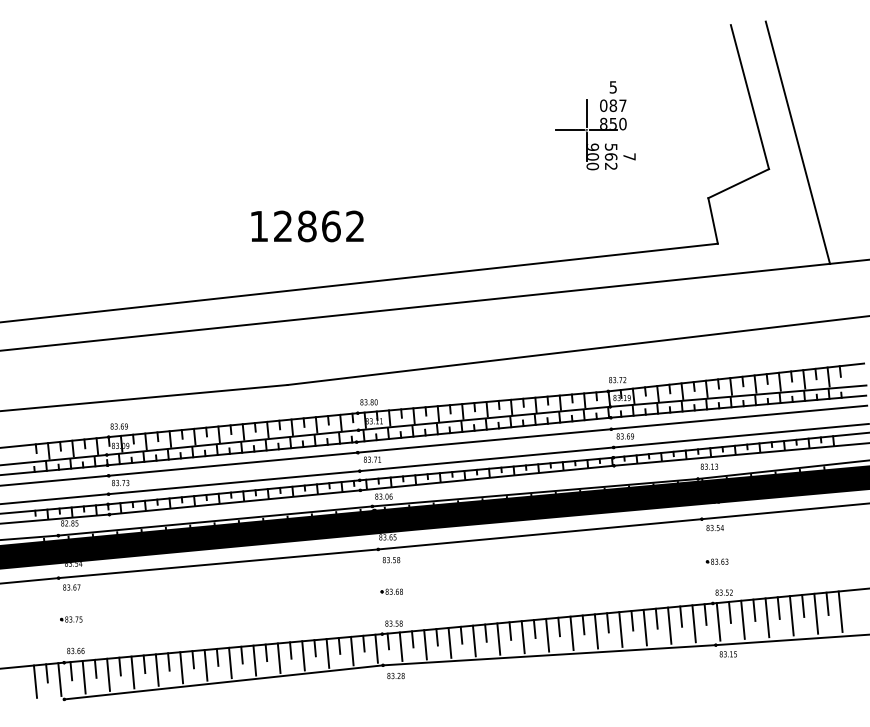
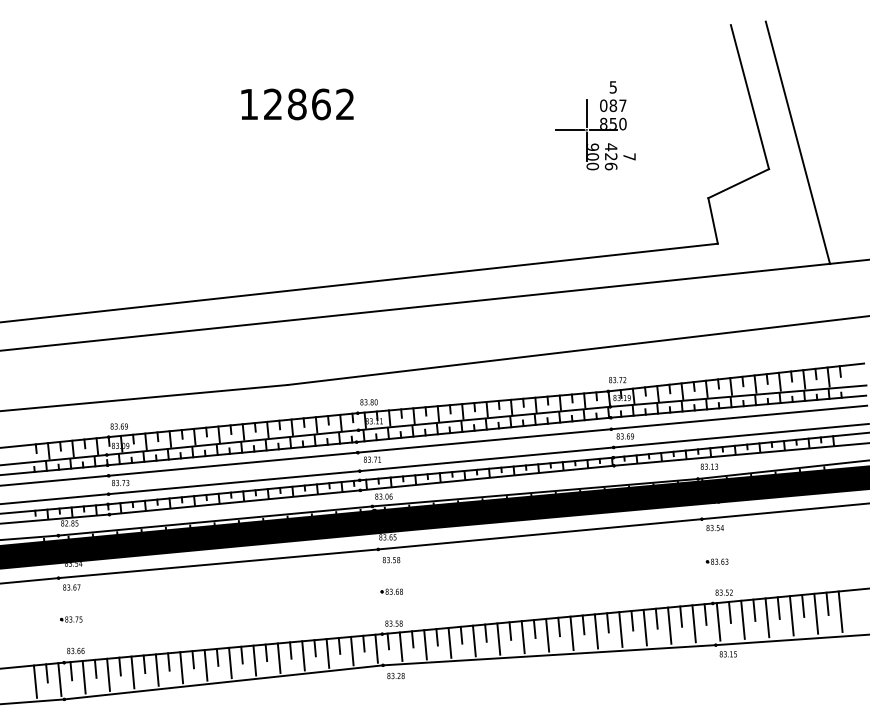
text at (610, 156): 562 -> 426
text at (307, 226) position: (307, 226) -> (297, 104)
line at (33, 701): none -> present
